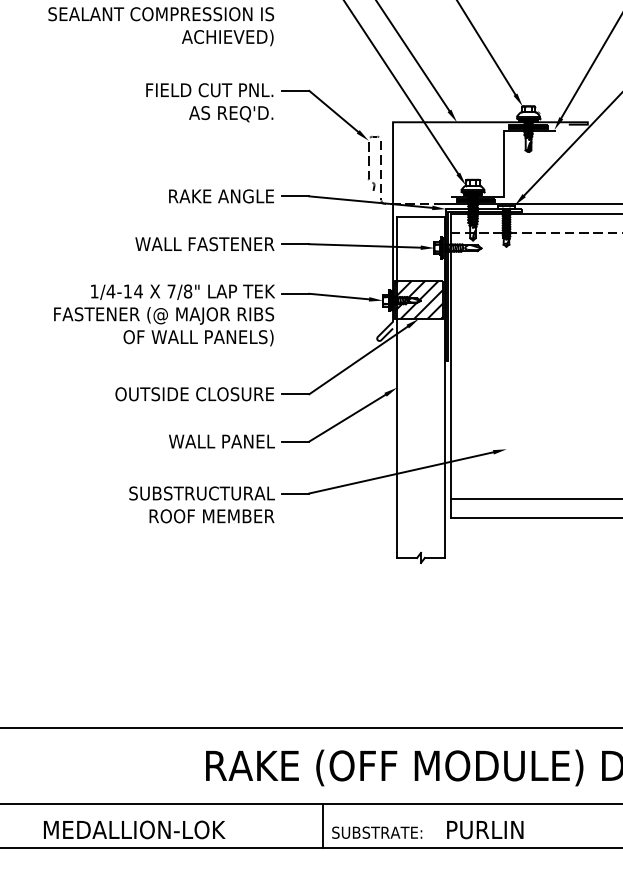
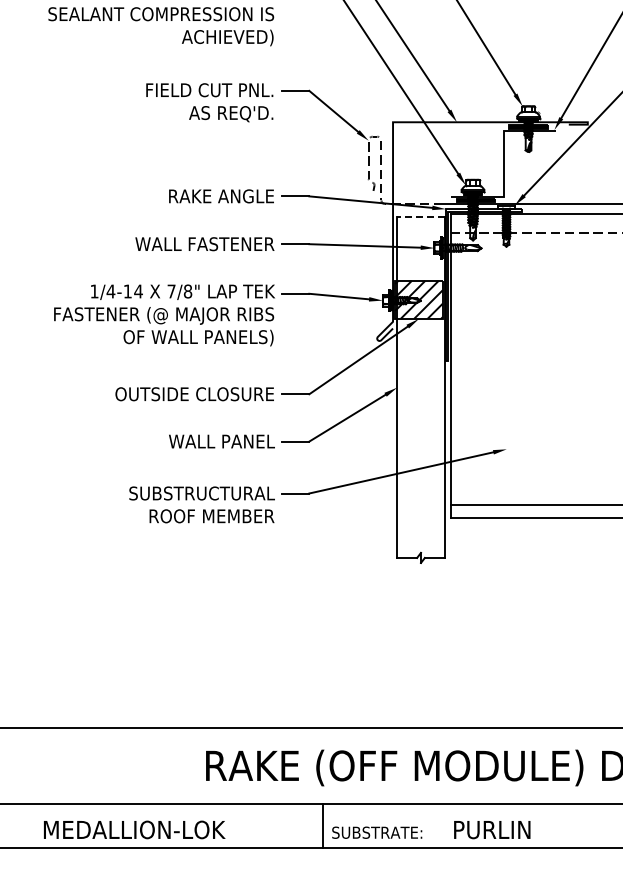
line at (421, 217): solid -> dashed
line at (534, 498) position: (534, 498) -> (534, 504)
text at (485, 830) position: (485, 830) -> (492, 830)
